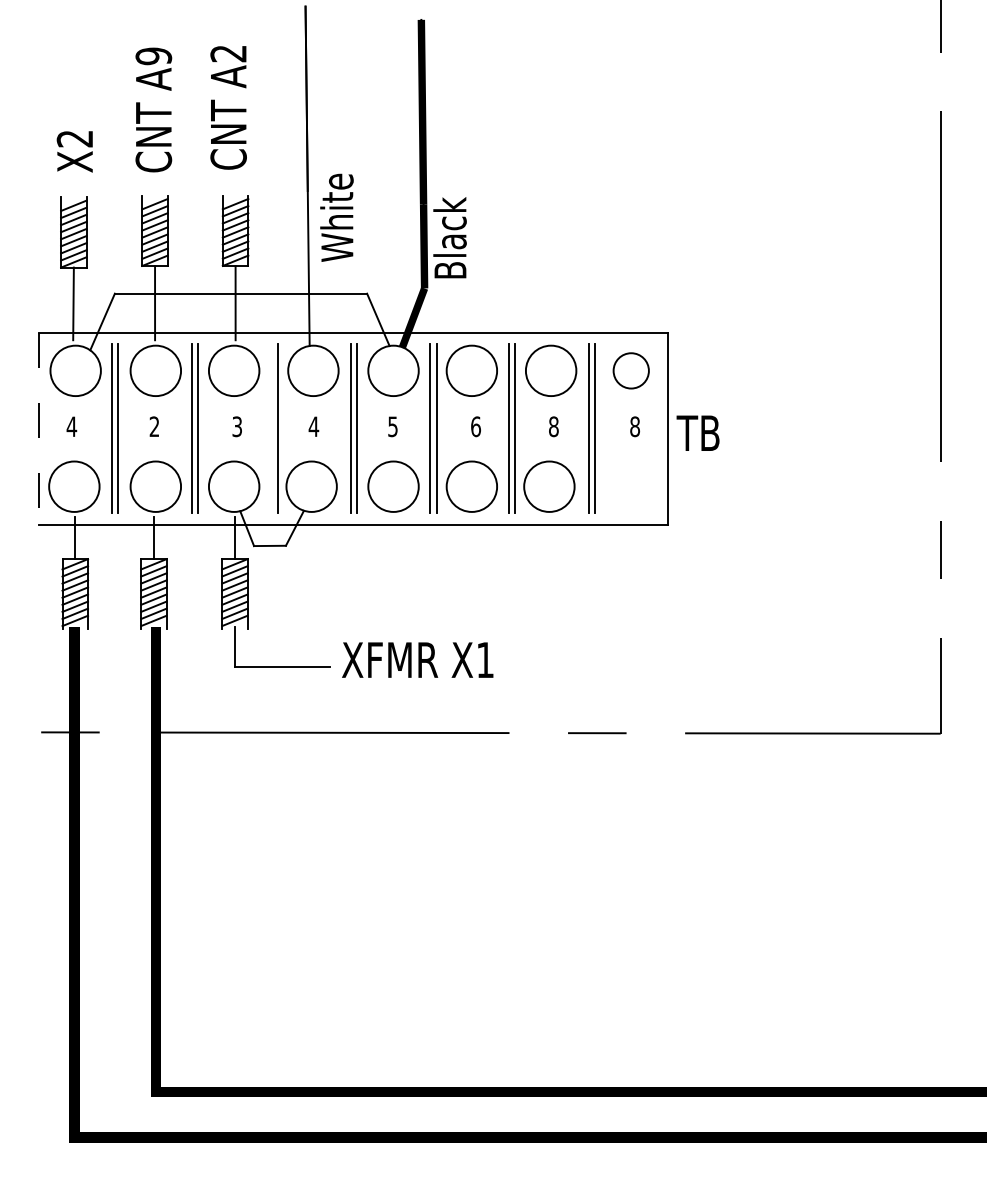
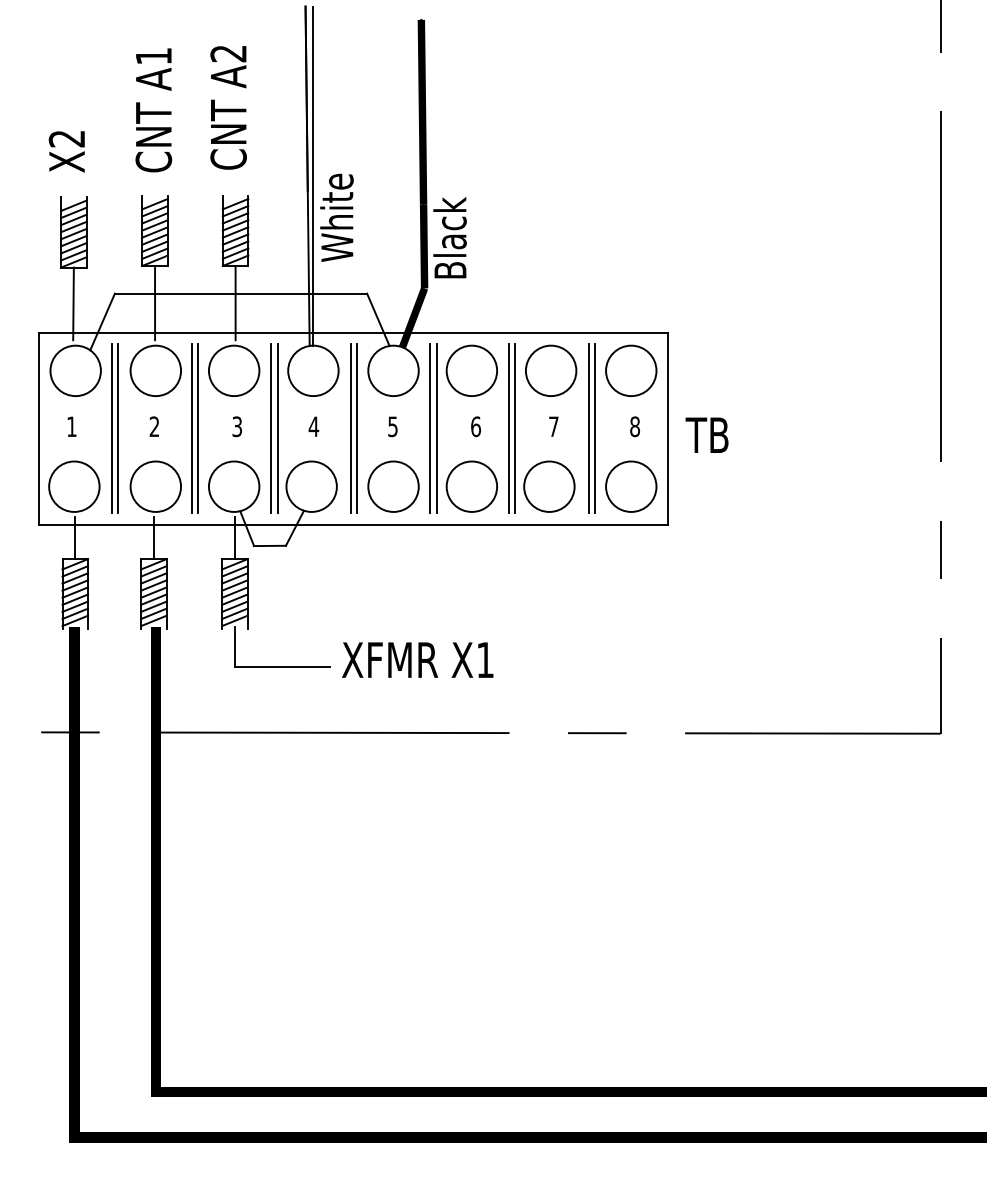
text at (153, 56): A9 -> A1
text at (74, 151) position: (74, 151) -> (66, 151)
line at (312, 175): none -> present
circle at (630, 370) diameter: 35 px -> 50 px
text at (71, 426): 4 -> 1
text at (553, 426): 8 -> 7
line at (271, 428): none -> present
line at (38, 429): dashed -> solid
text at (697, 432) position: (697, 432) -> (706, 434)
circle at (631, 486): none -> present
